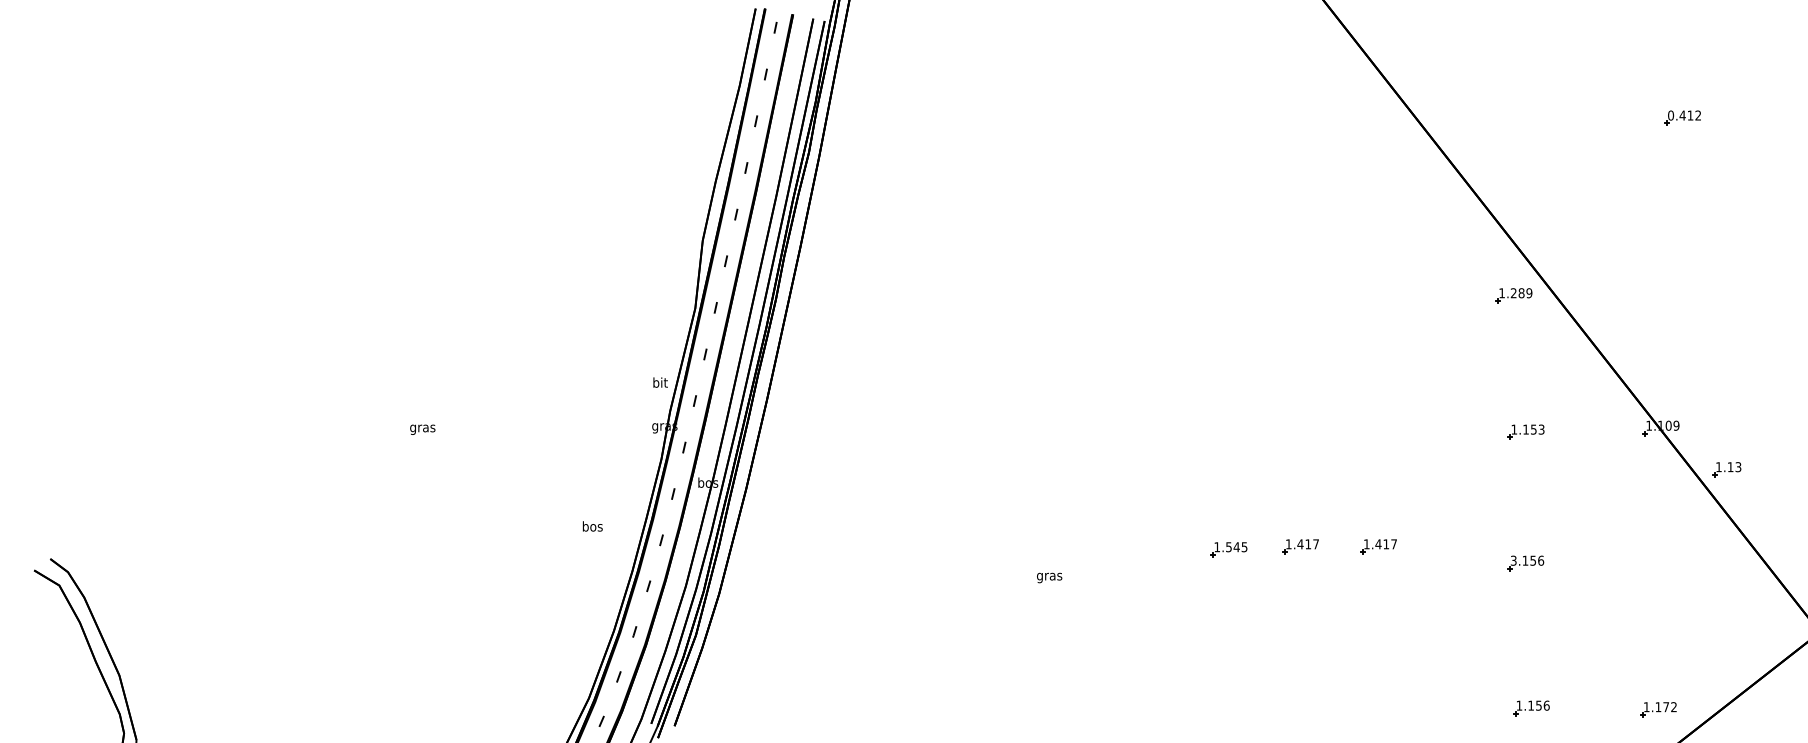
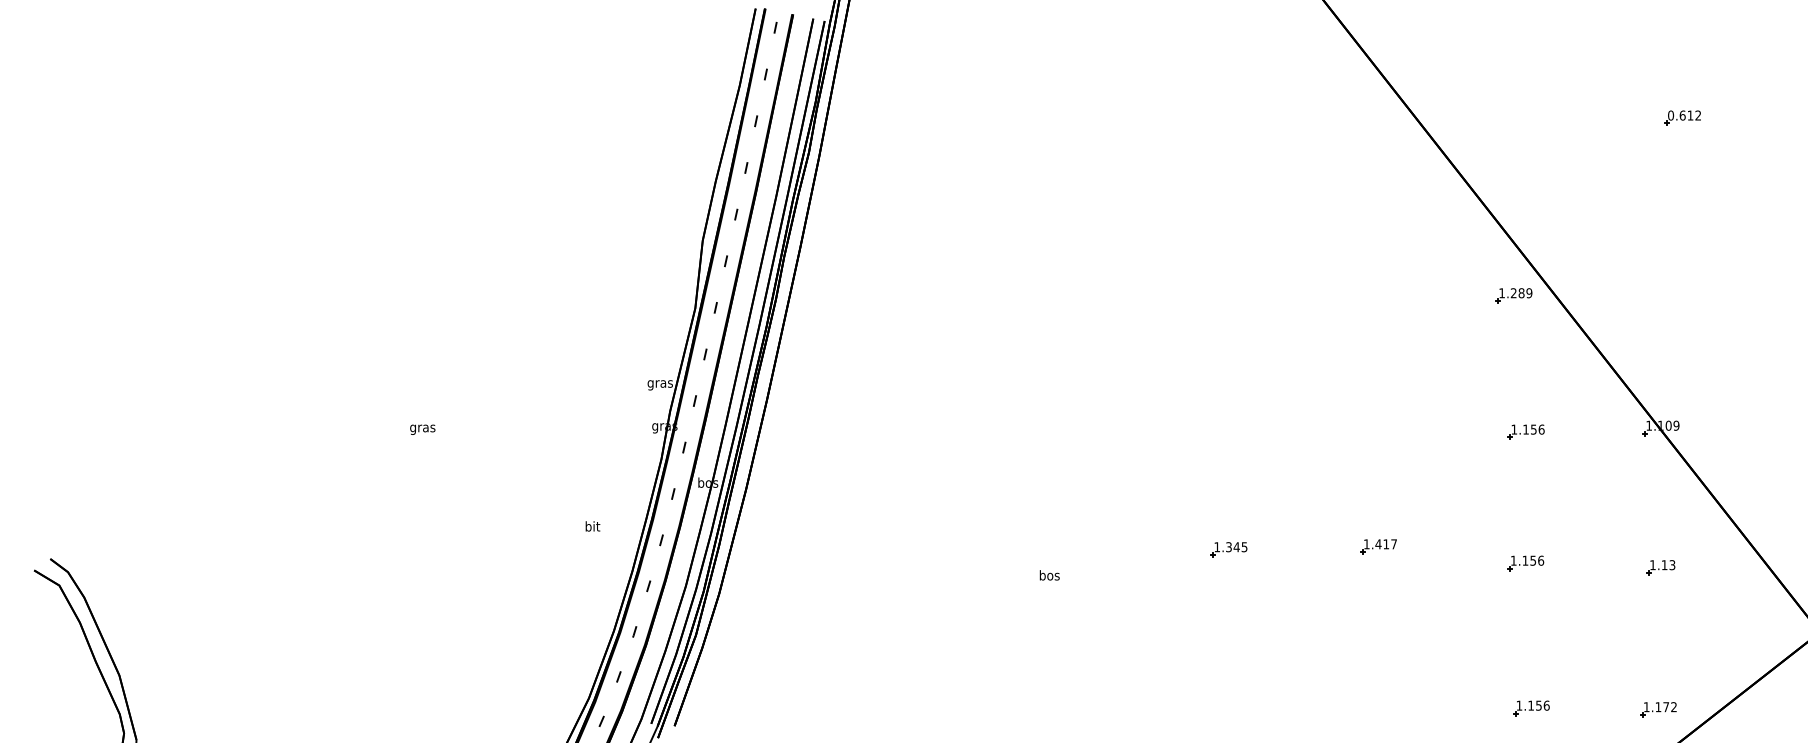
text at (1682, 115): 0.412 -> 0.612
text at (659, 383): bit -> gras
text at (1541, 429): 1.153 -> 1.156
part at (1726, 469) position: (1726, 469) -> (1660, 567)
text at (592, 526): bos -> bit
text at (1228, 546): 1.545 -> 1.345
part at (1300, 546): present -> none
text at (1513, 560): 3.156 -> 1.156
text at (1049, 576): gras -> bos
